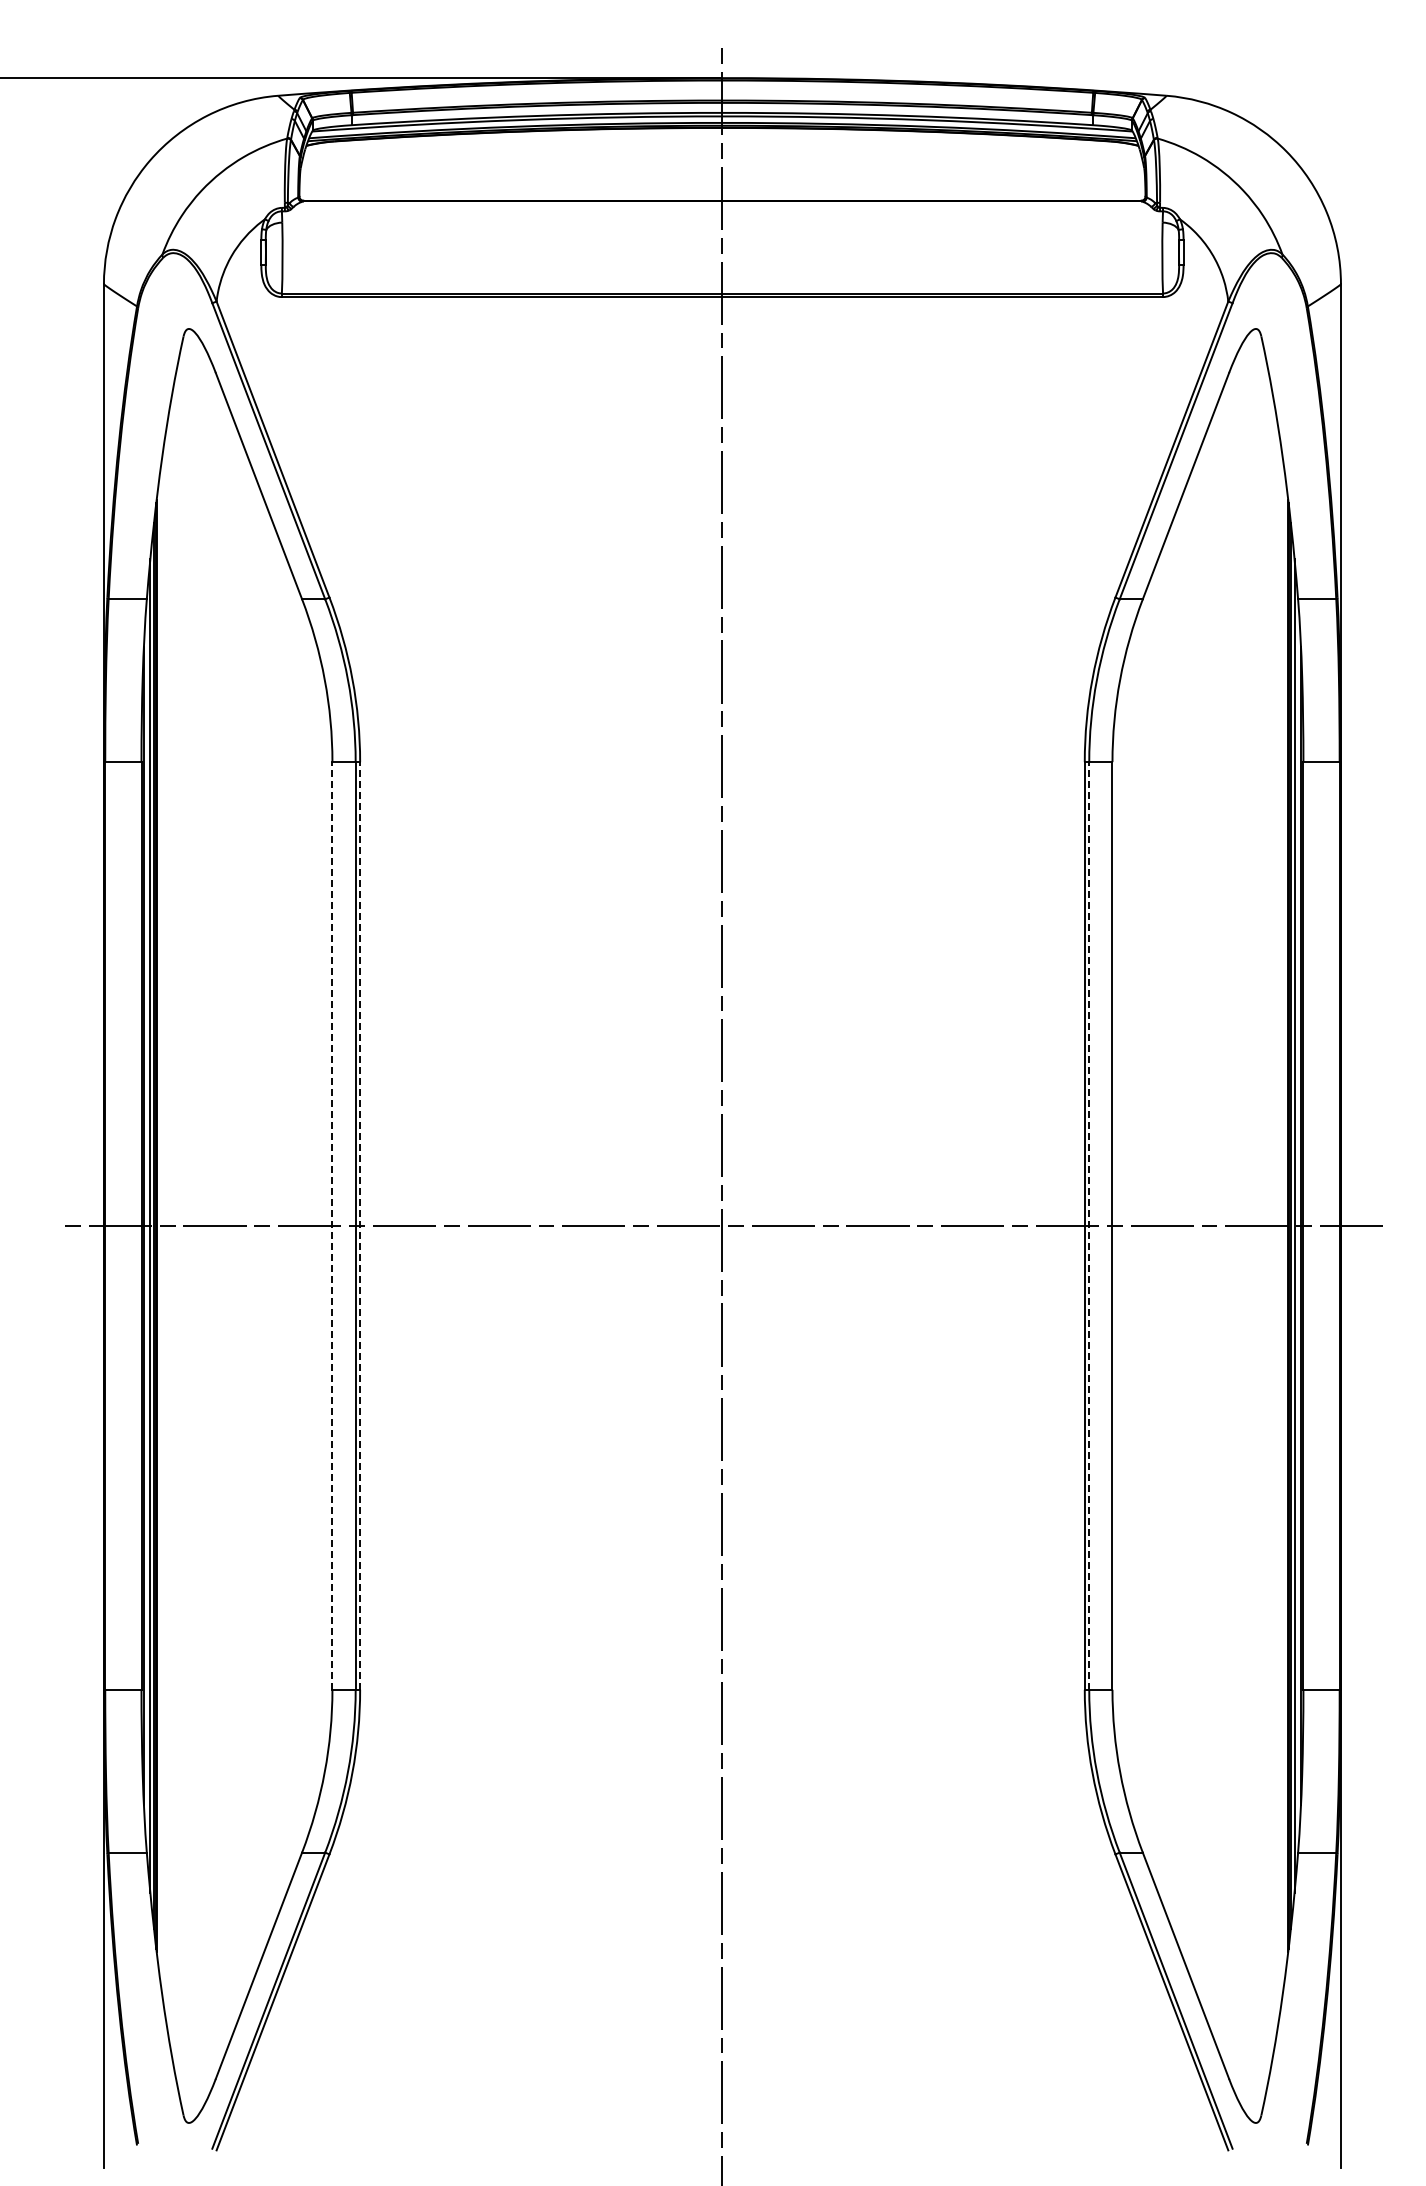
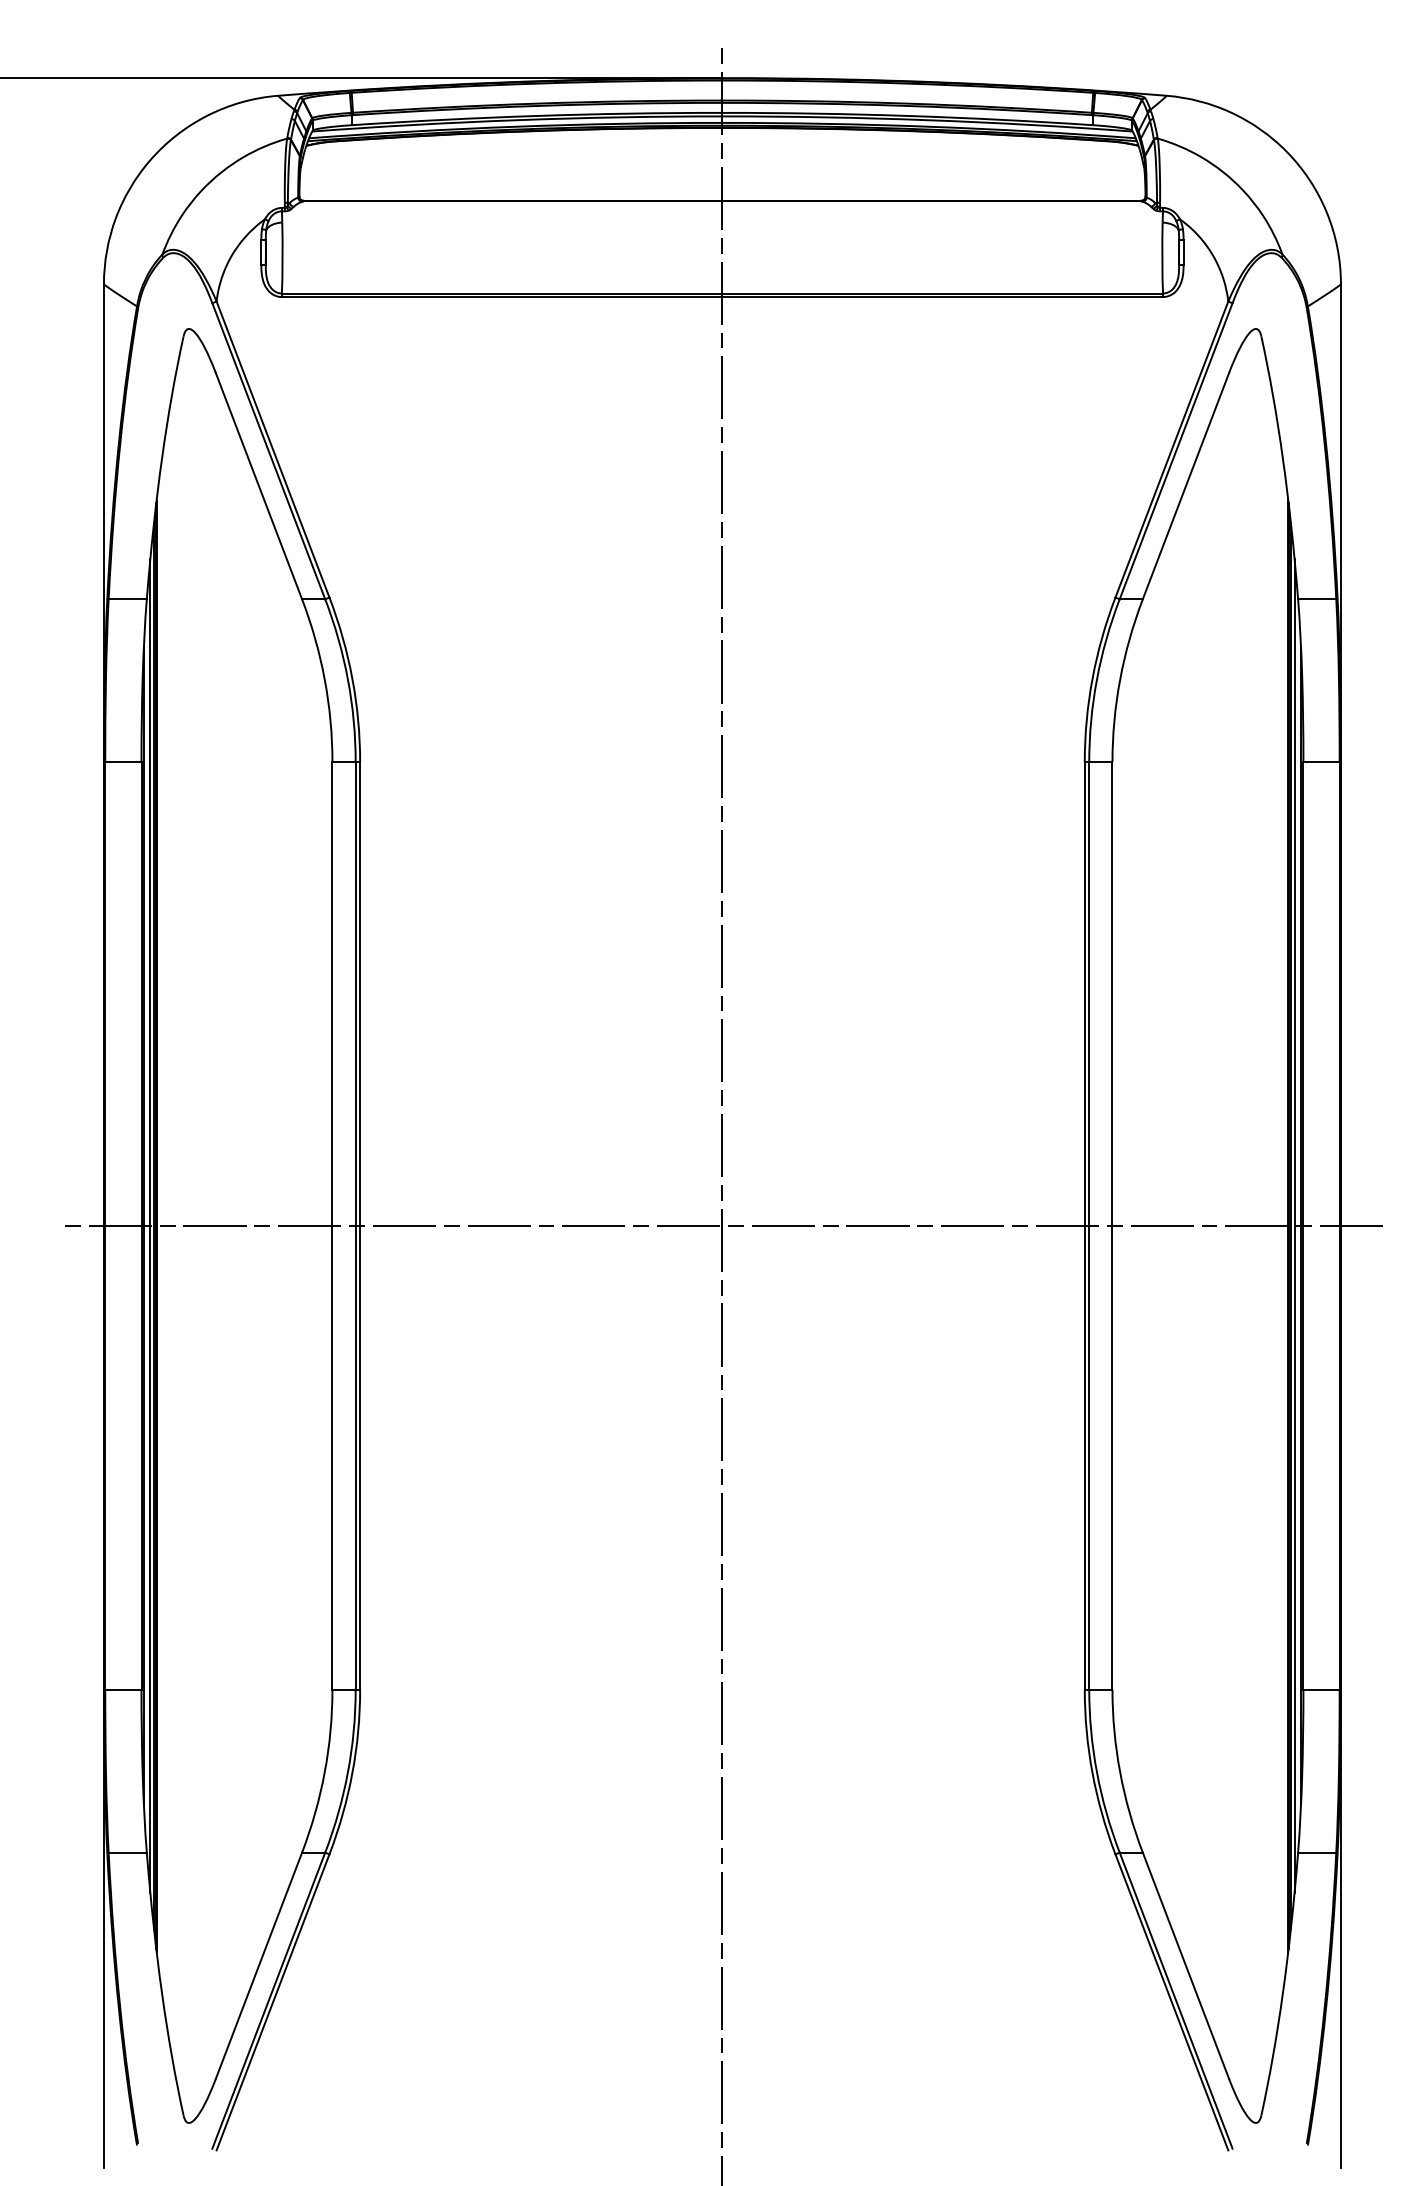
line at (332, 1225): dashed -> solid
line at (360, 1225): dashed -> solid
line at (1089, 1225): dashed -> solid
